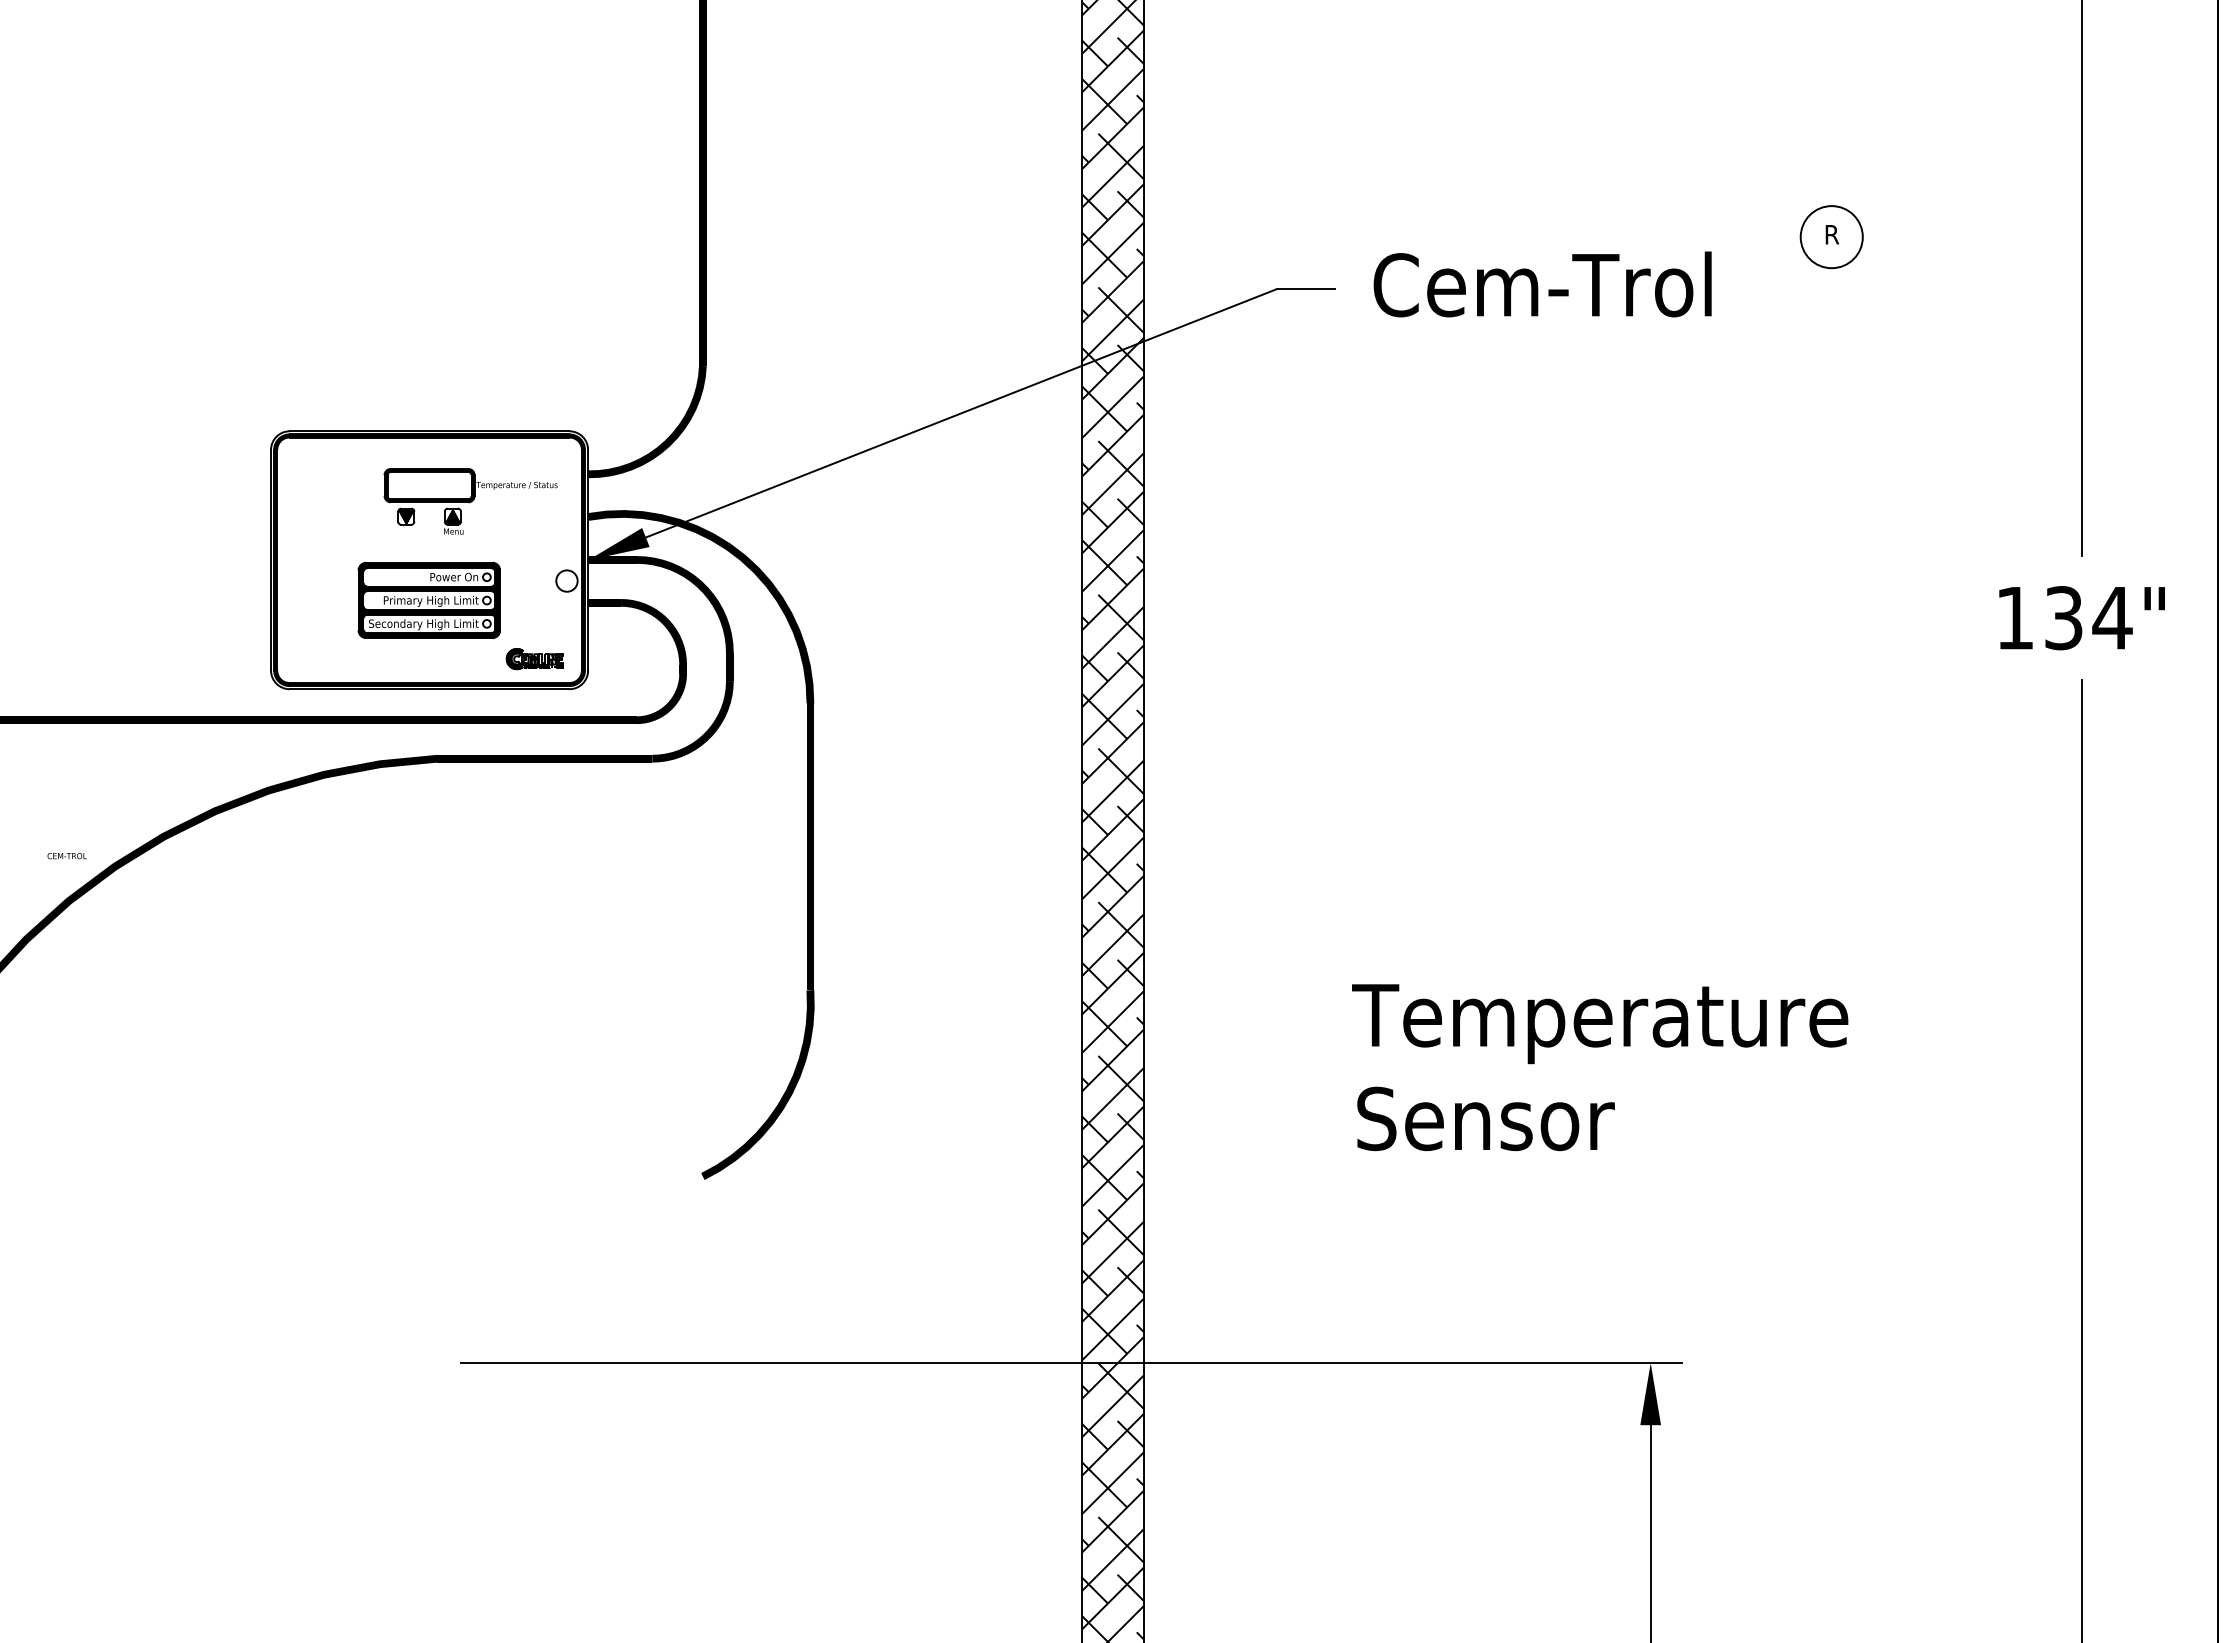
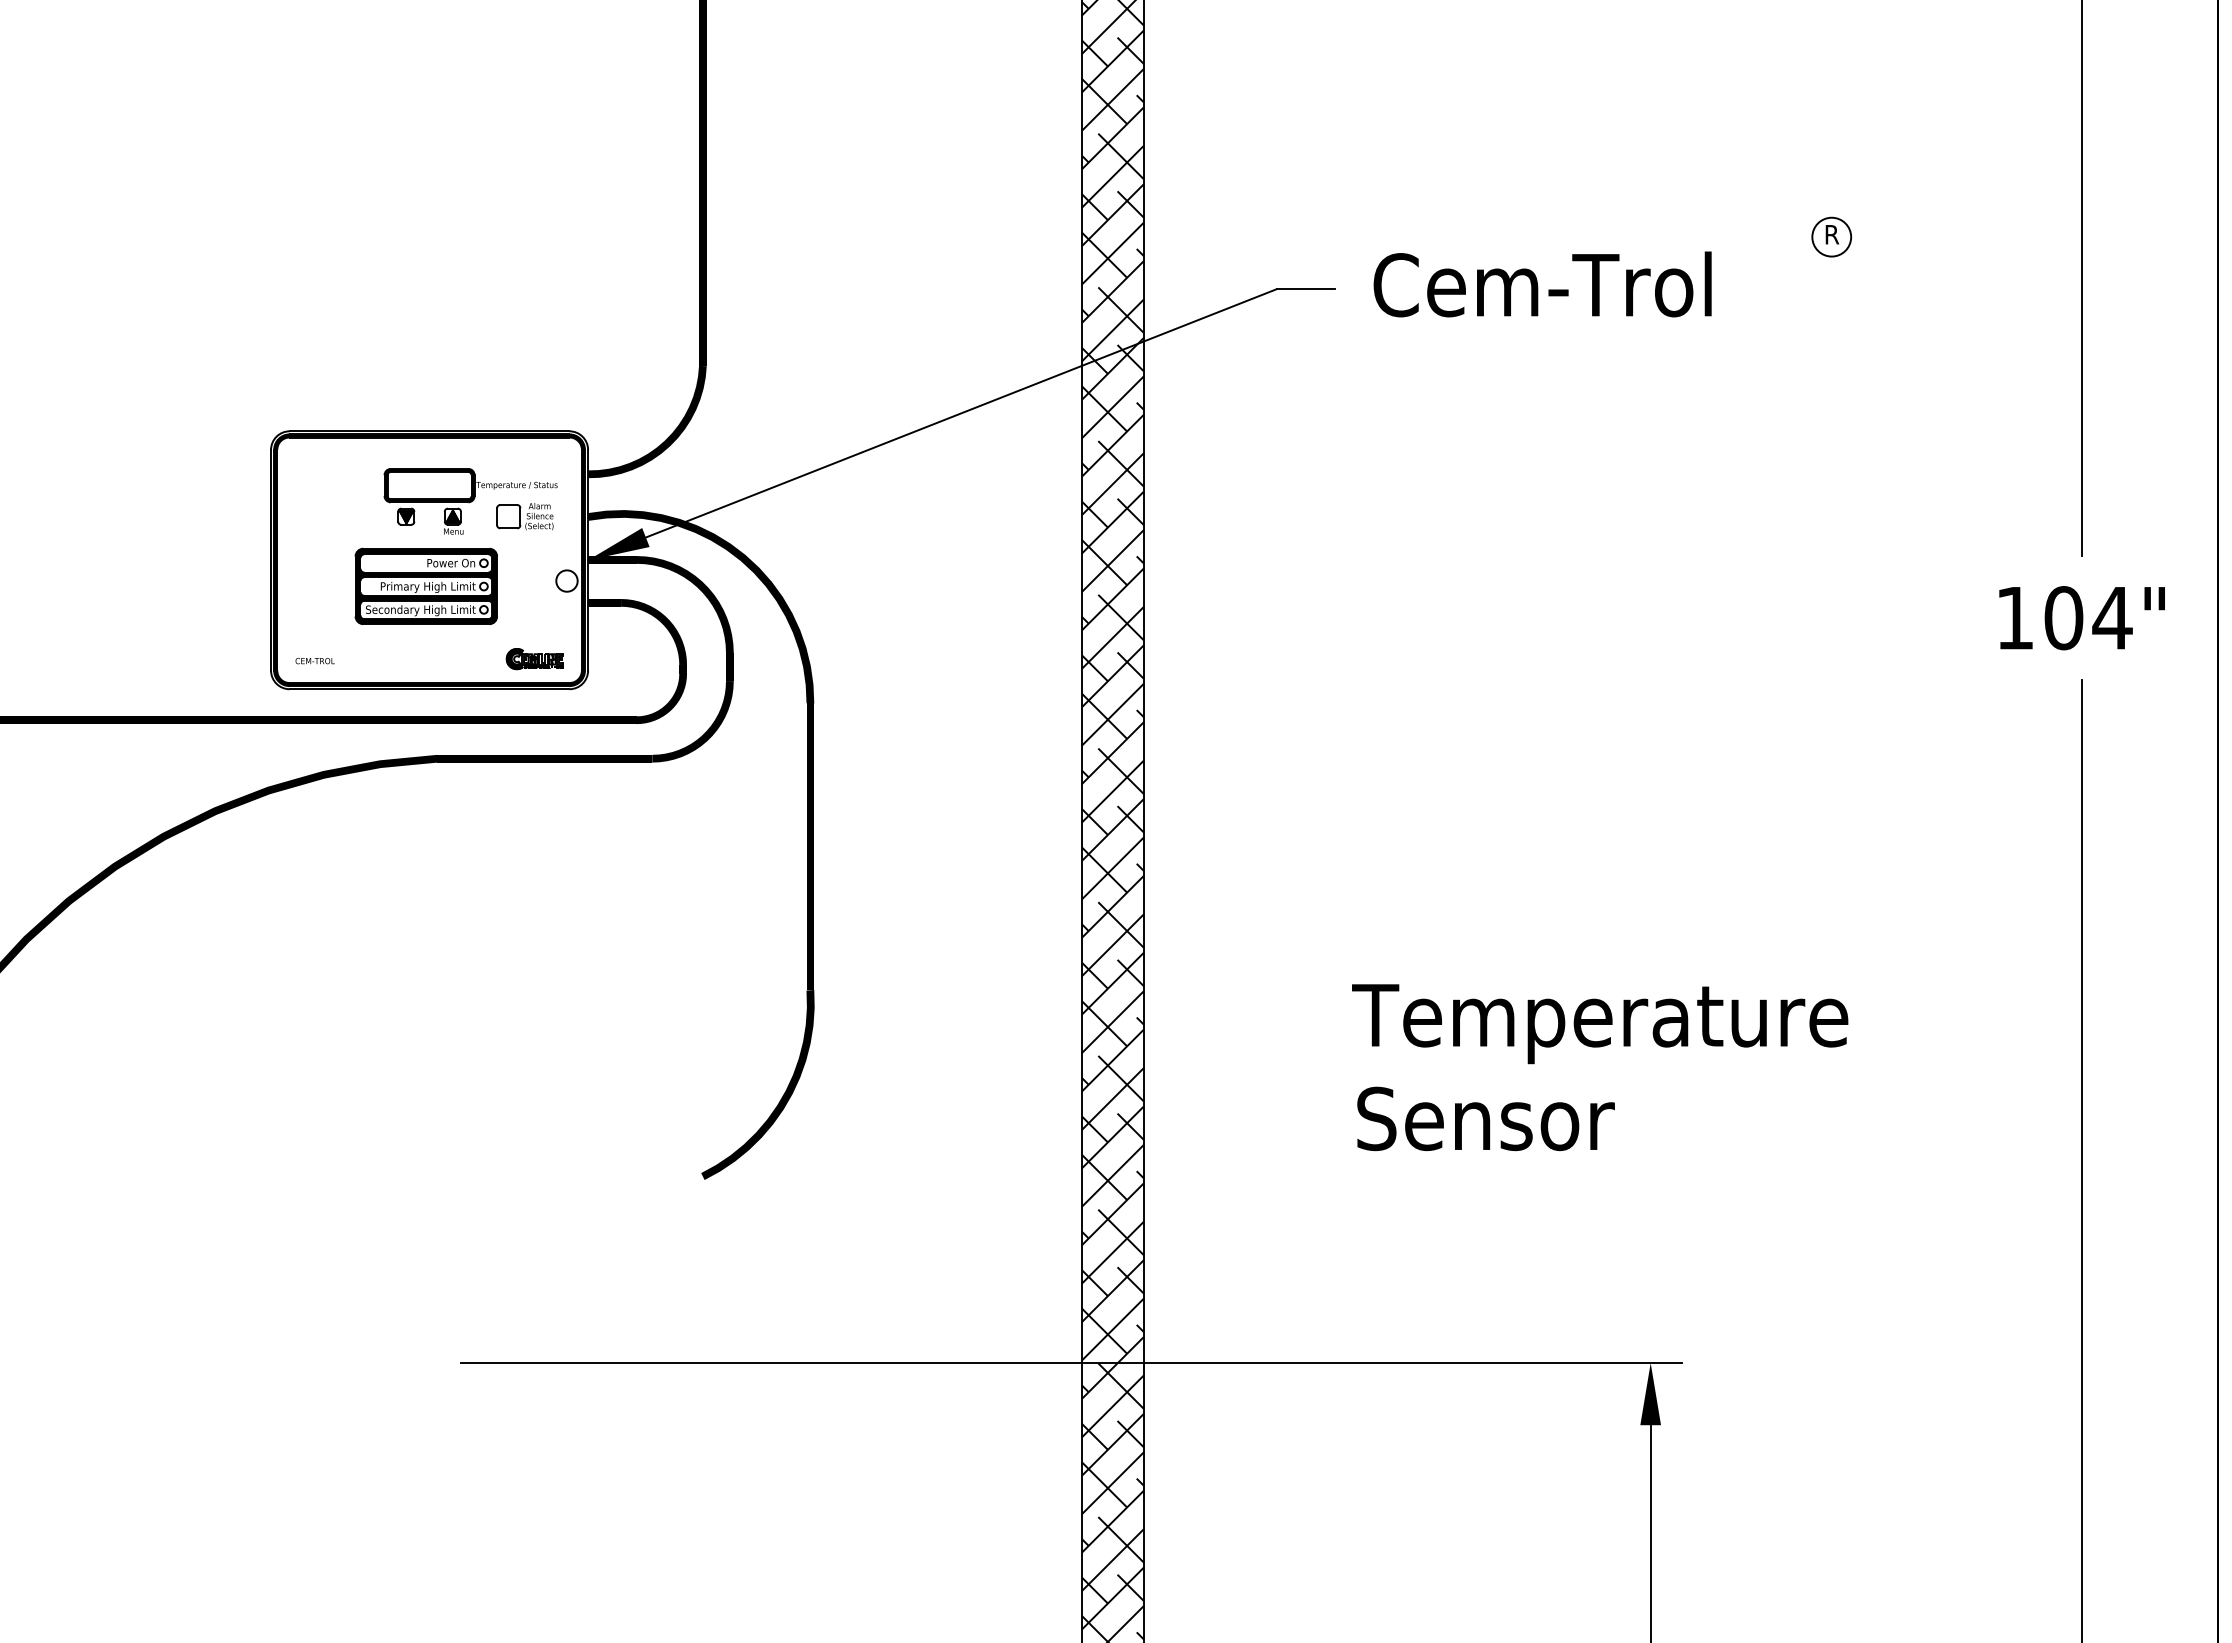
circle at (1831, 237) diameter: 62 px -> 39 px
part at (524, 516): none -> present
part at (428, 599) position: (428, 599) -> (425, 585)
text at (2063, 618): 134" -> 104"
text at (66, 856) position: (66, 856) -> (314, 661)
